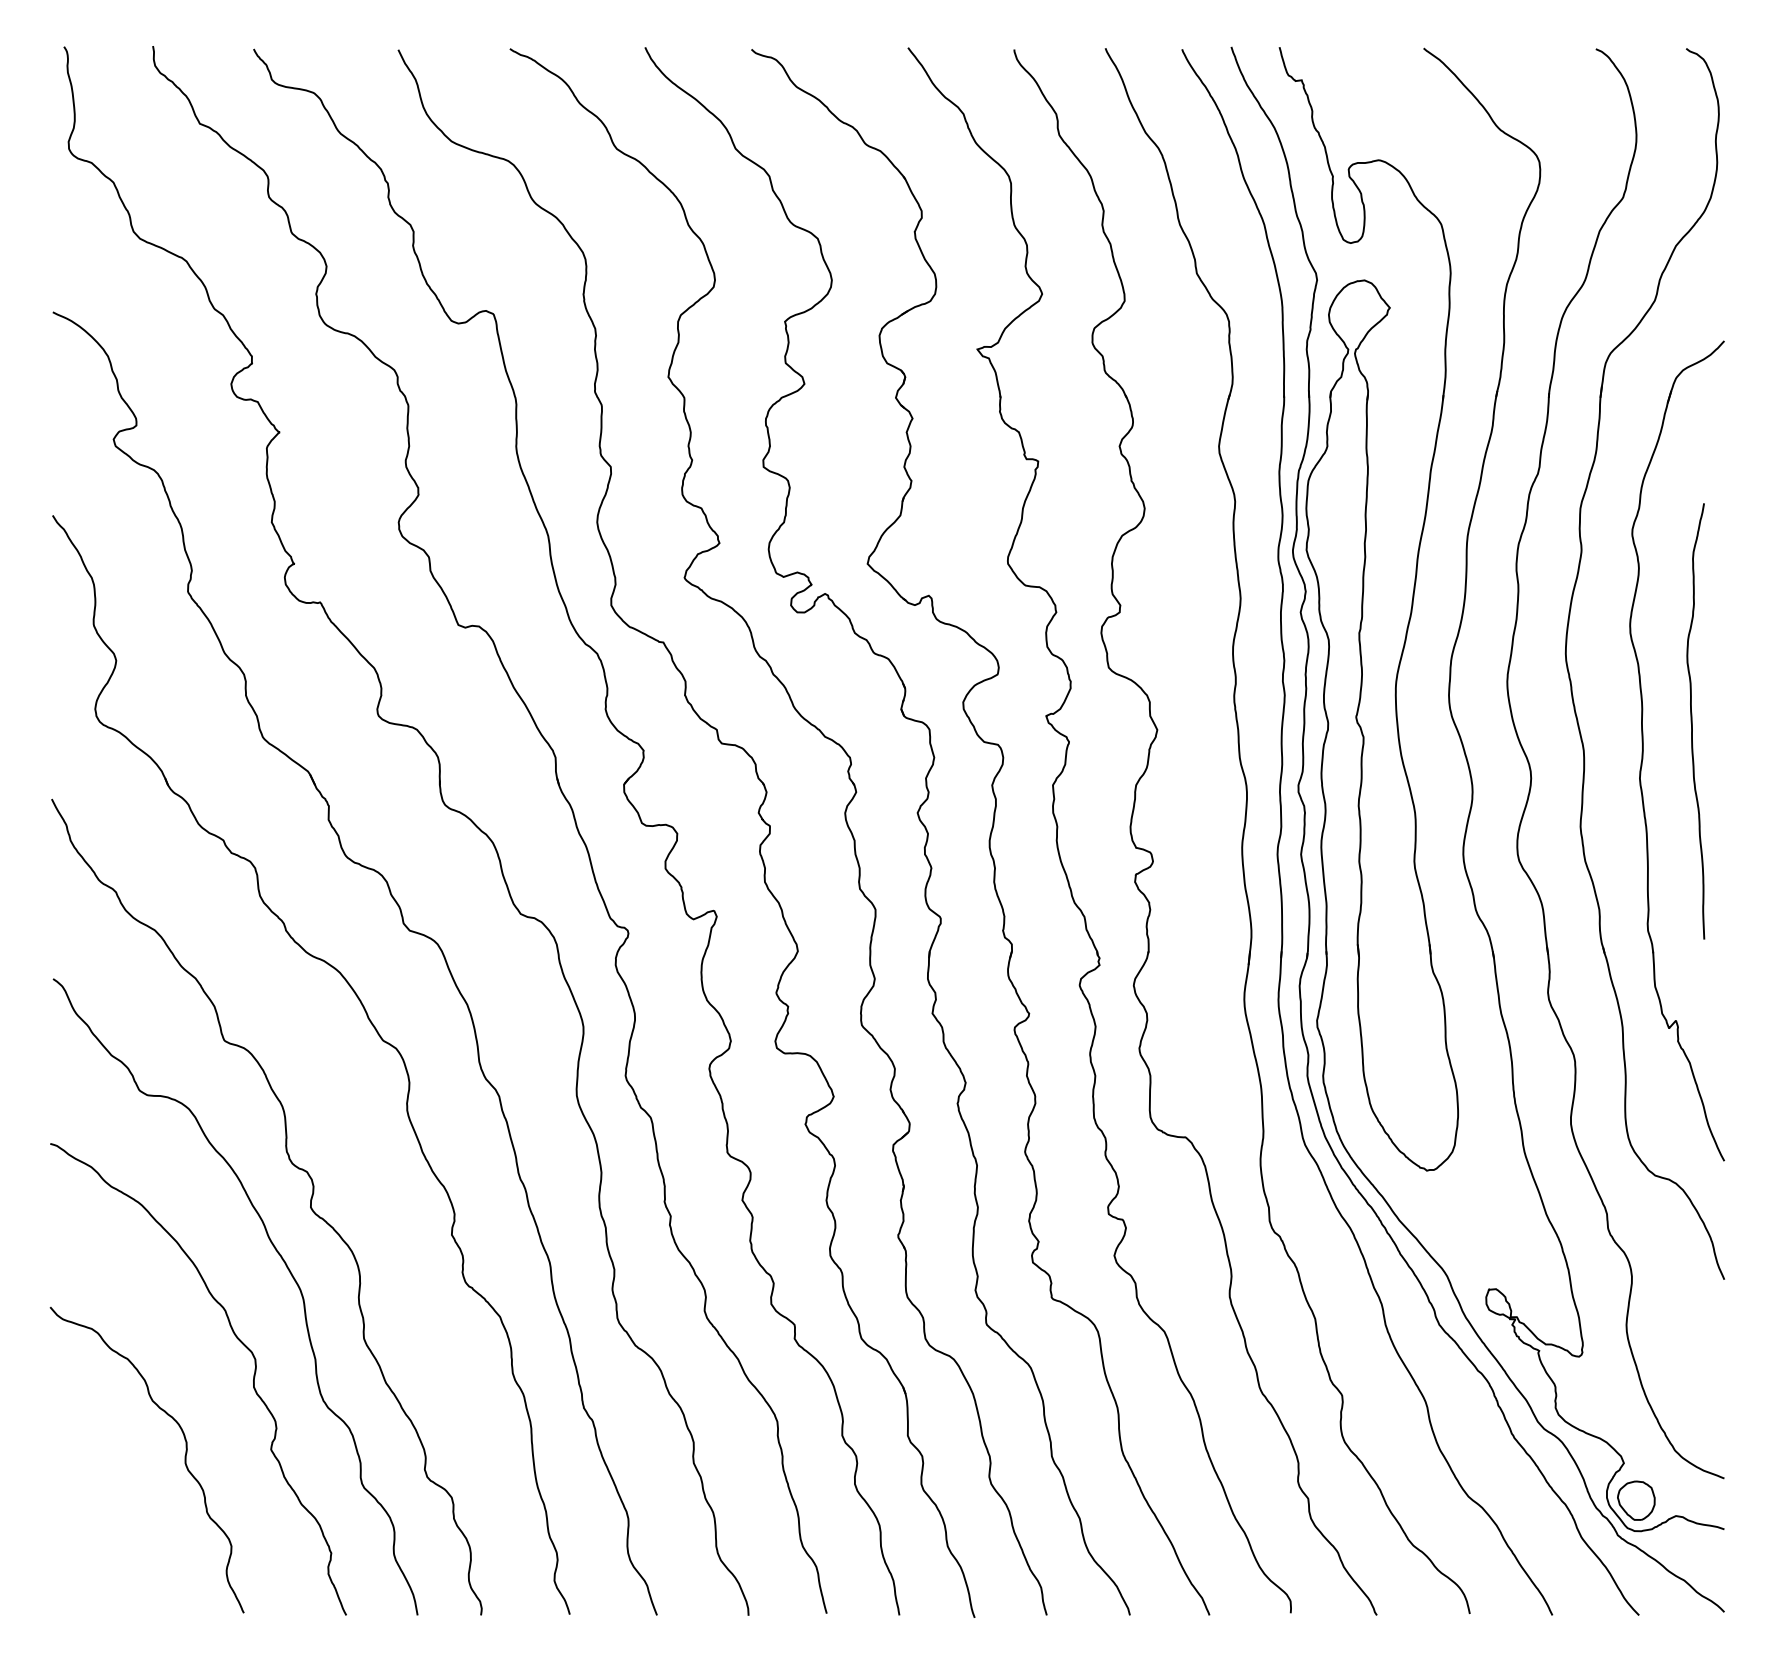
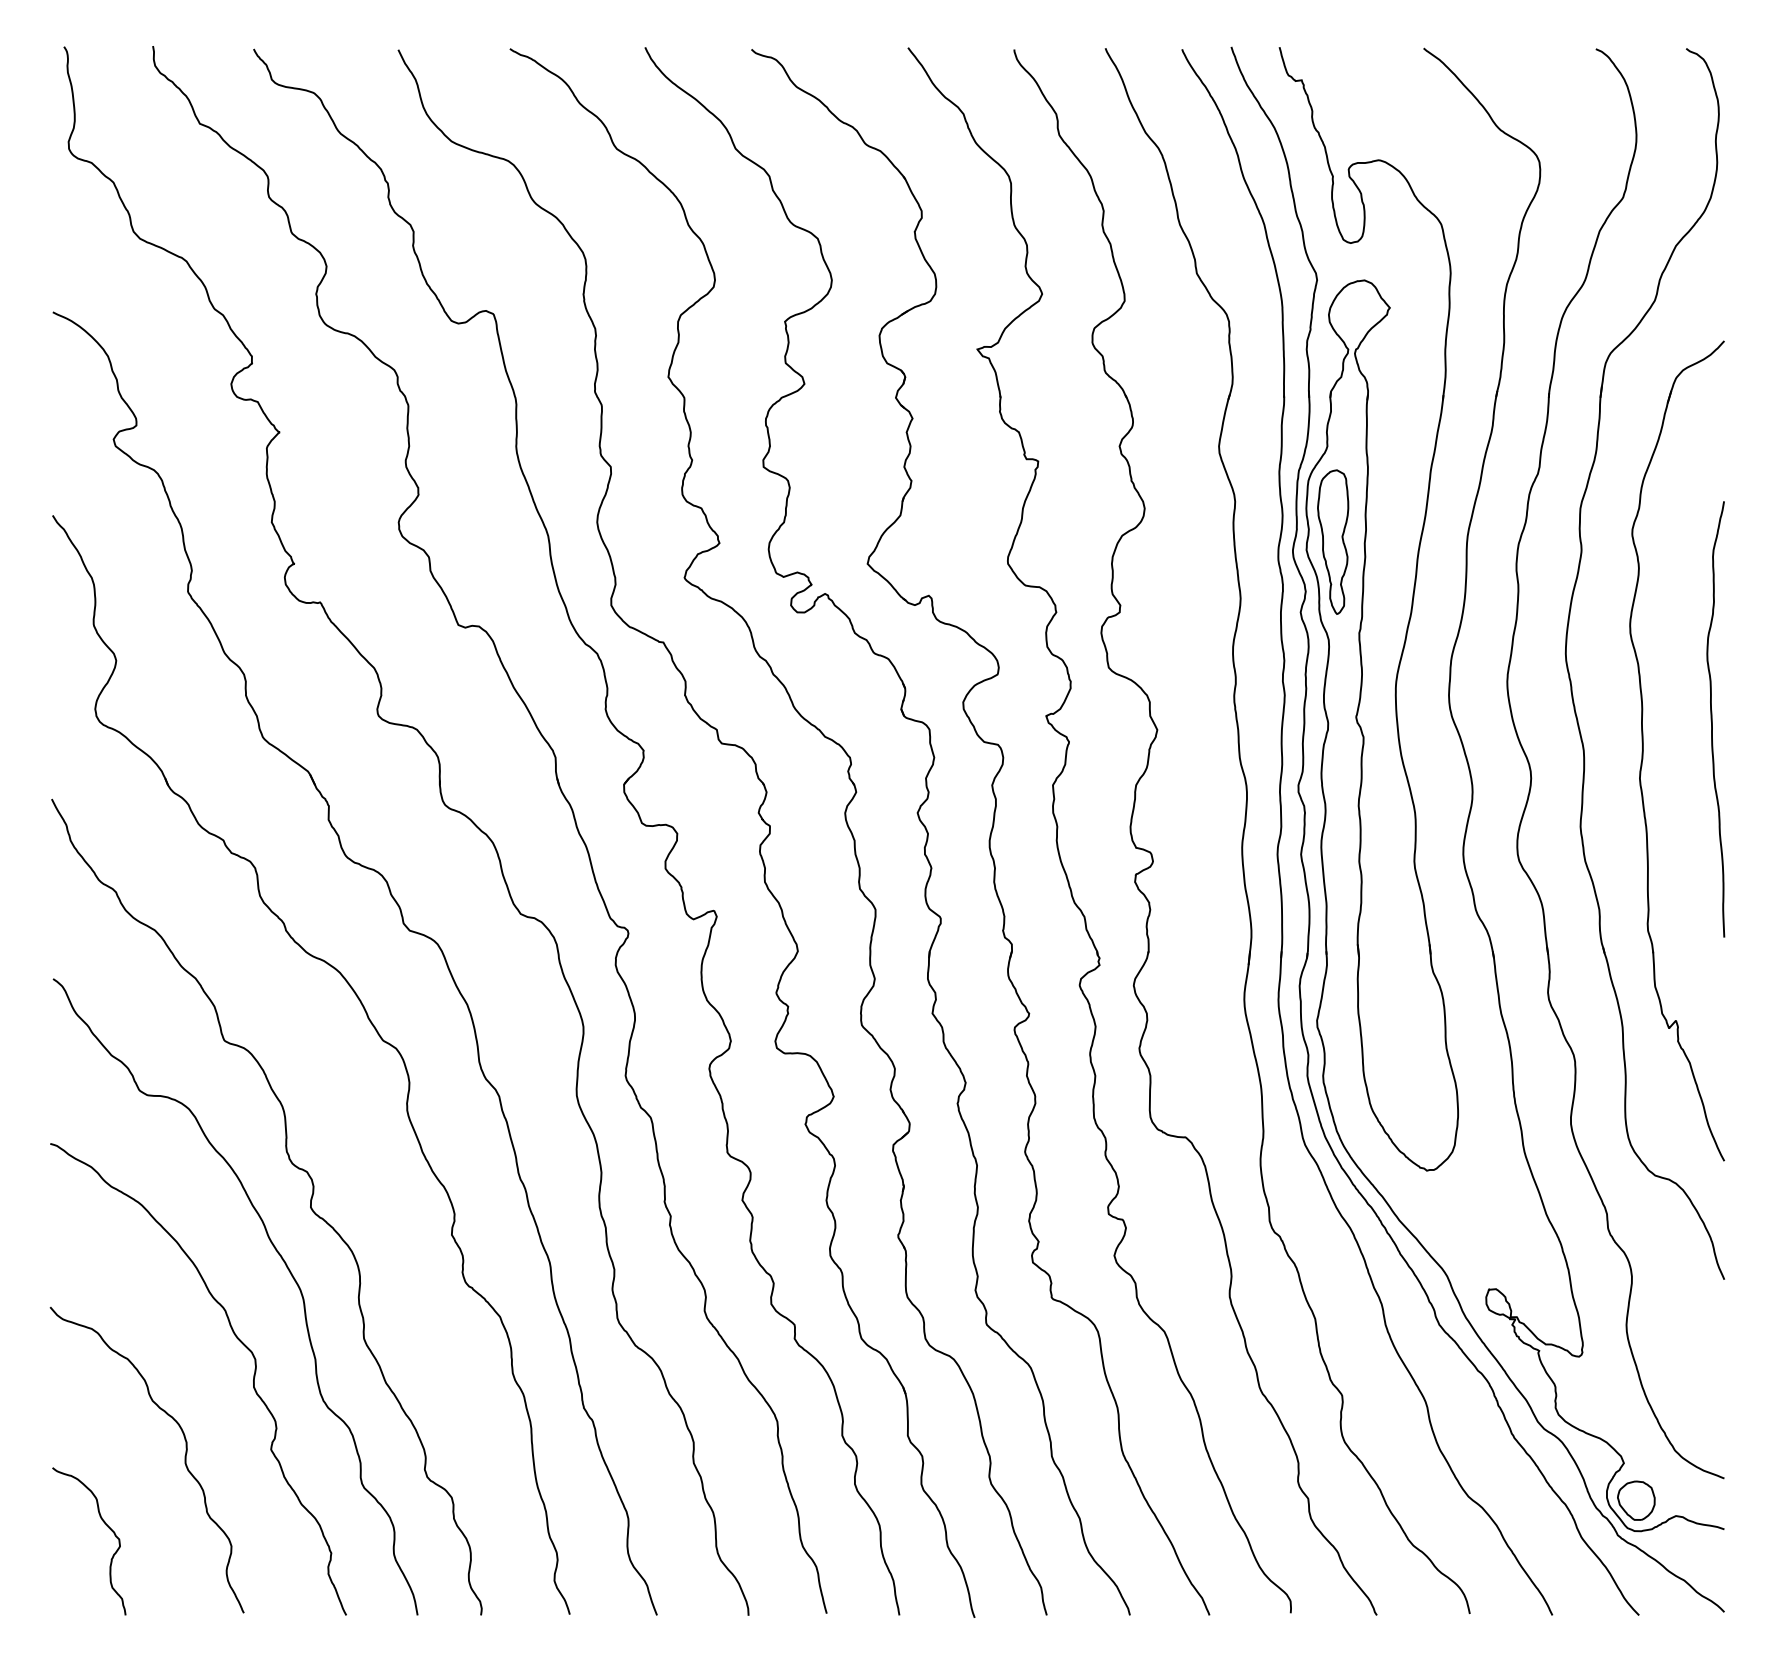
part at (1333, 541): none -> present
curve at (1692, 721) position: (1692, 721) -> (1712, 719)
curve at (108, 1528): none -> present
